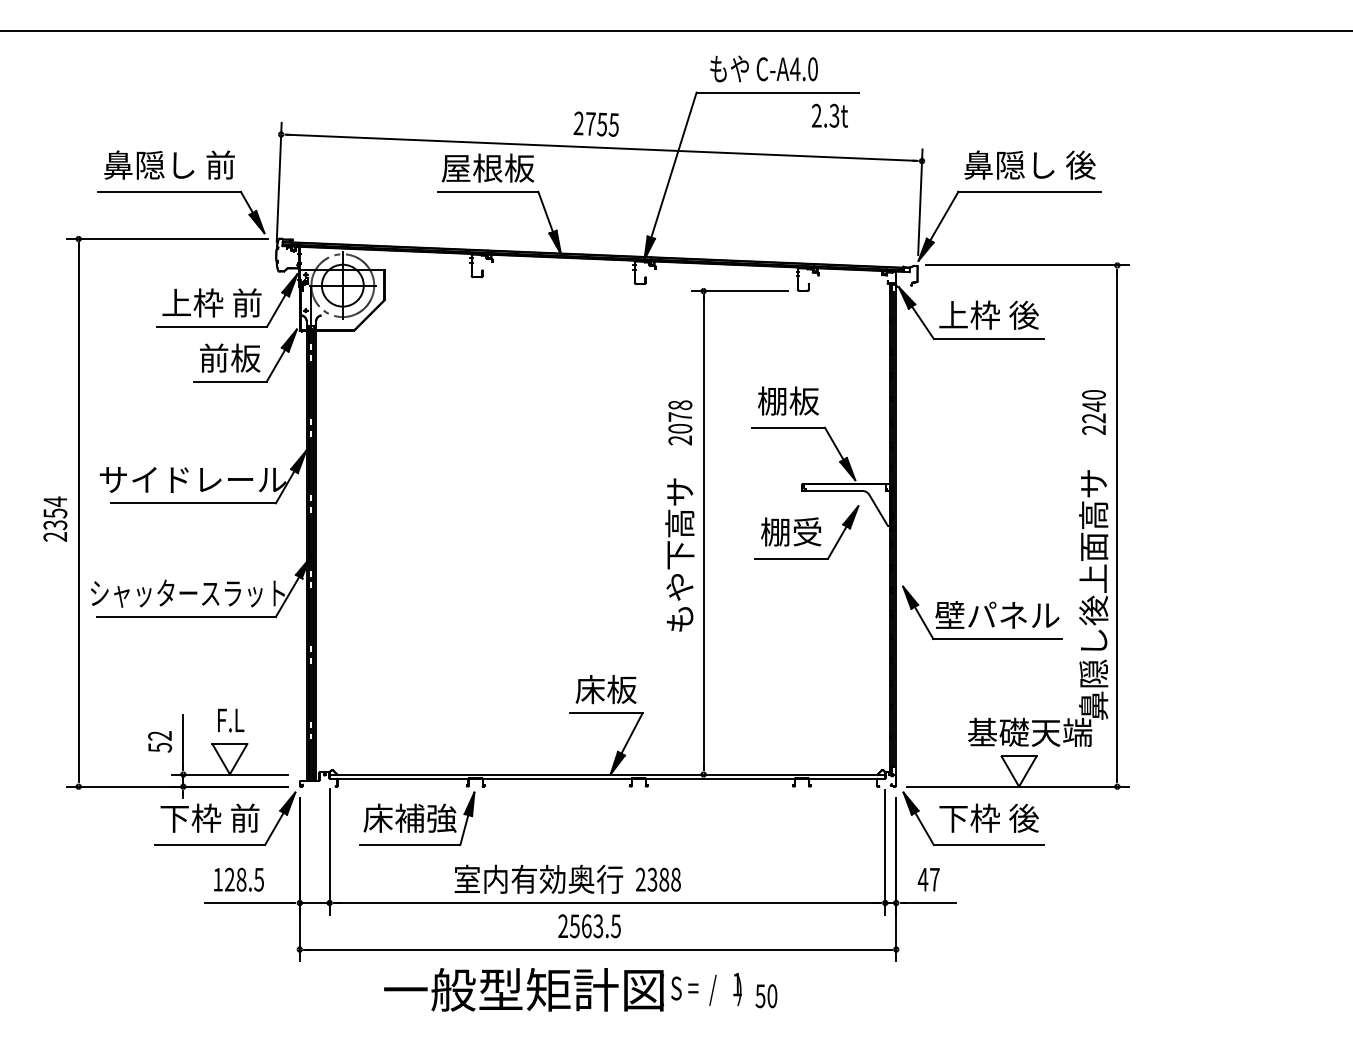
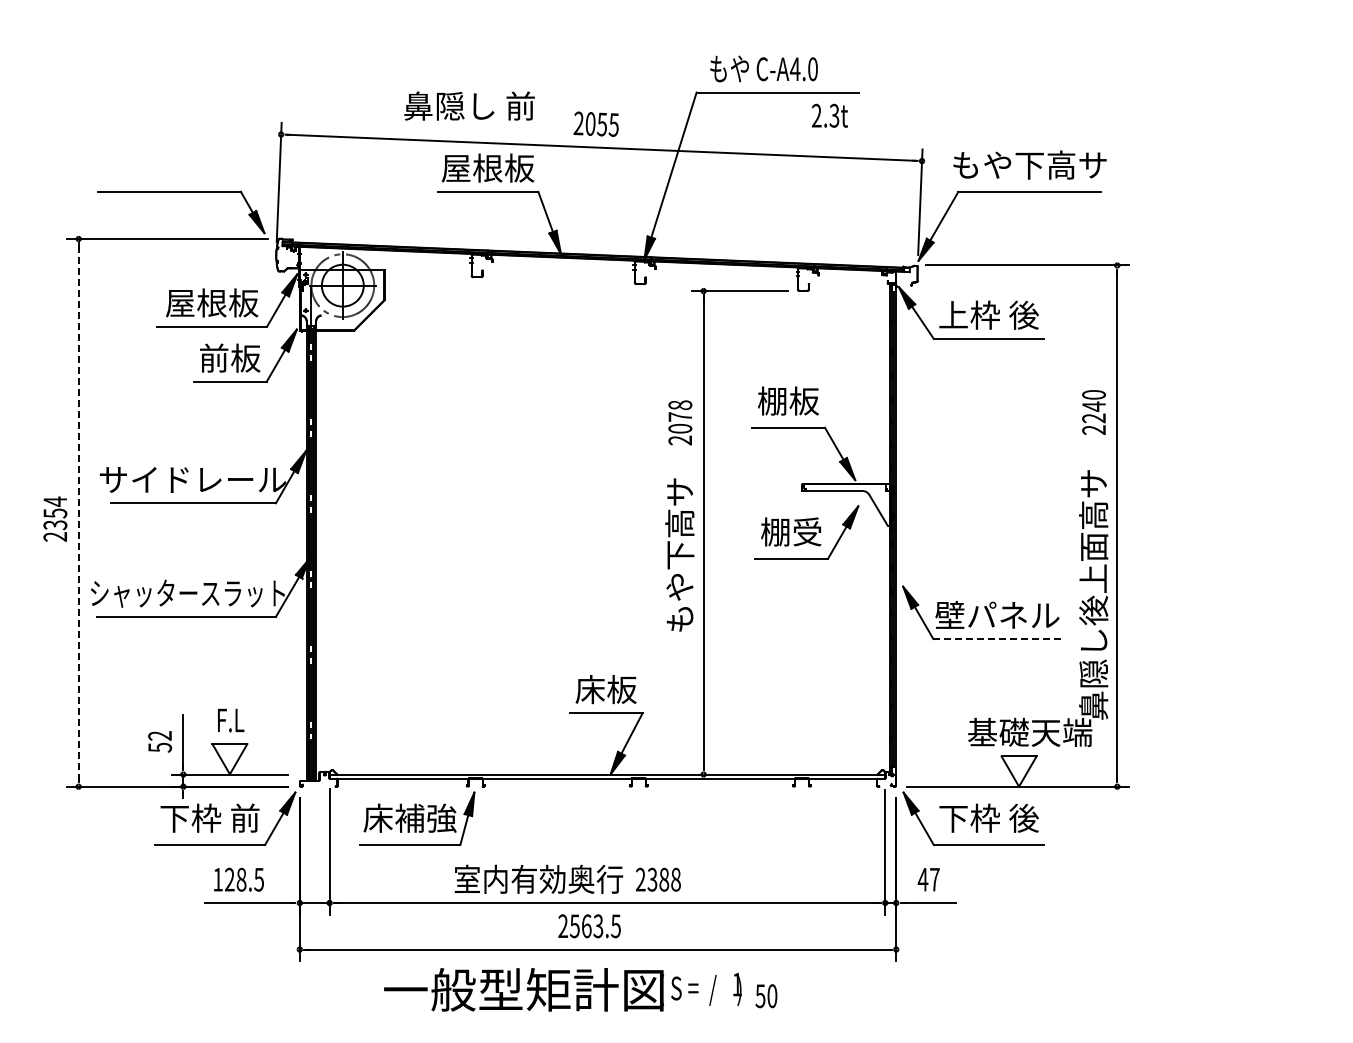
line at (675, 31): present -> none
text at (590, 123): 2755 -> 2055
text at (169, 164) position: (169, 164) -> (469, 105)
text at (1029, 164): 鼻隠し 後 -> もや下高サ
text at (211, 302): 上枠 前 -> 屋根板
line at (78, 512): solid -> dashed
line at (998, 639): solid -> dashed
